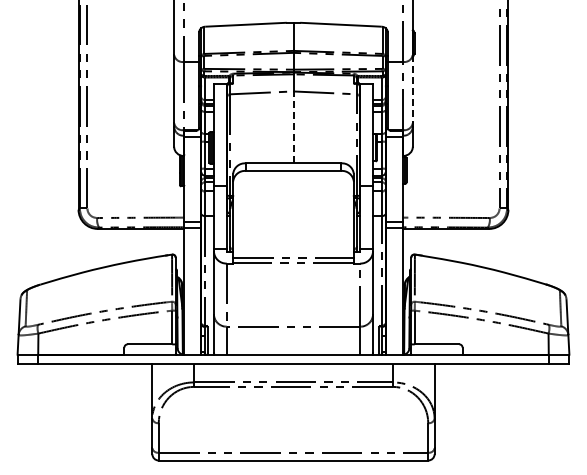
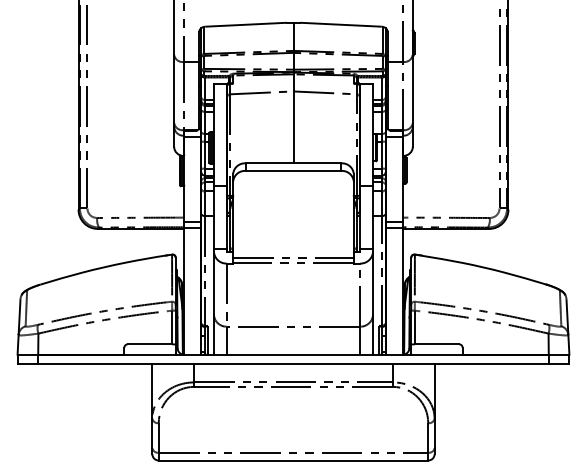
line at (412, 89): dashed -> solid
line at (293, 127): dashed -> solid
